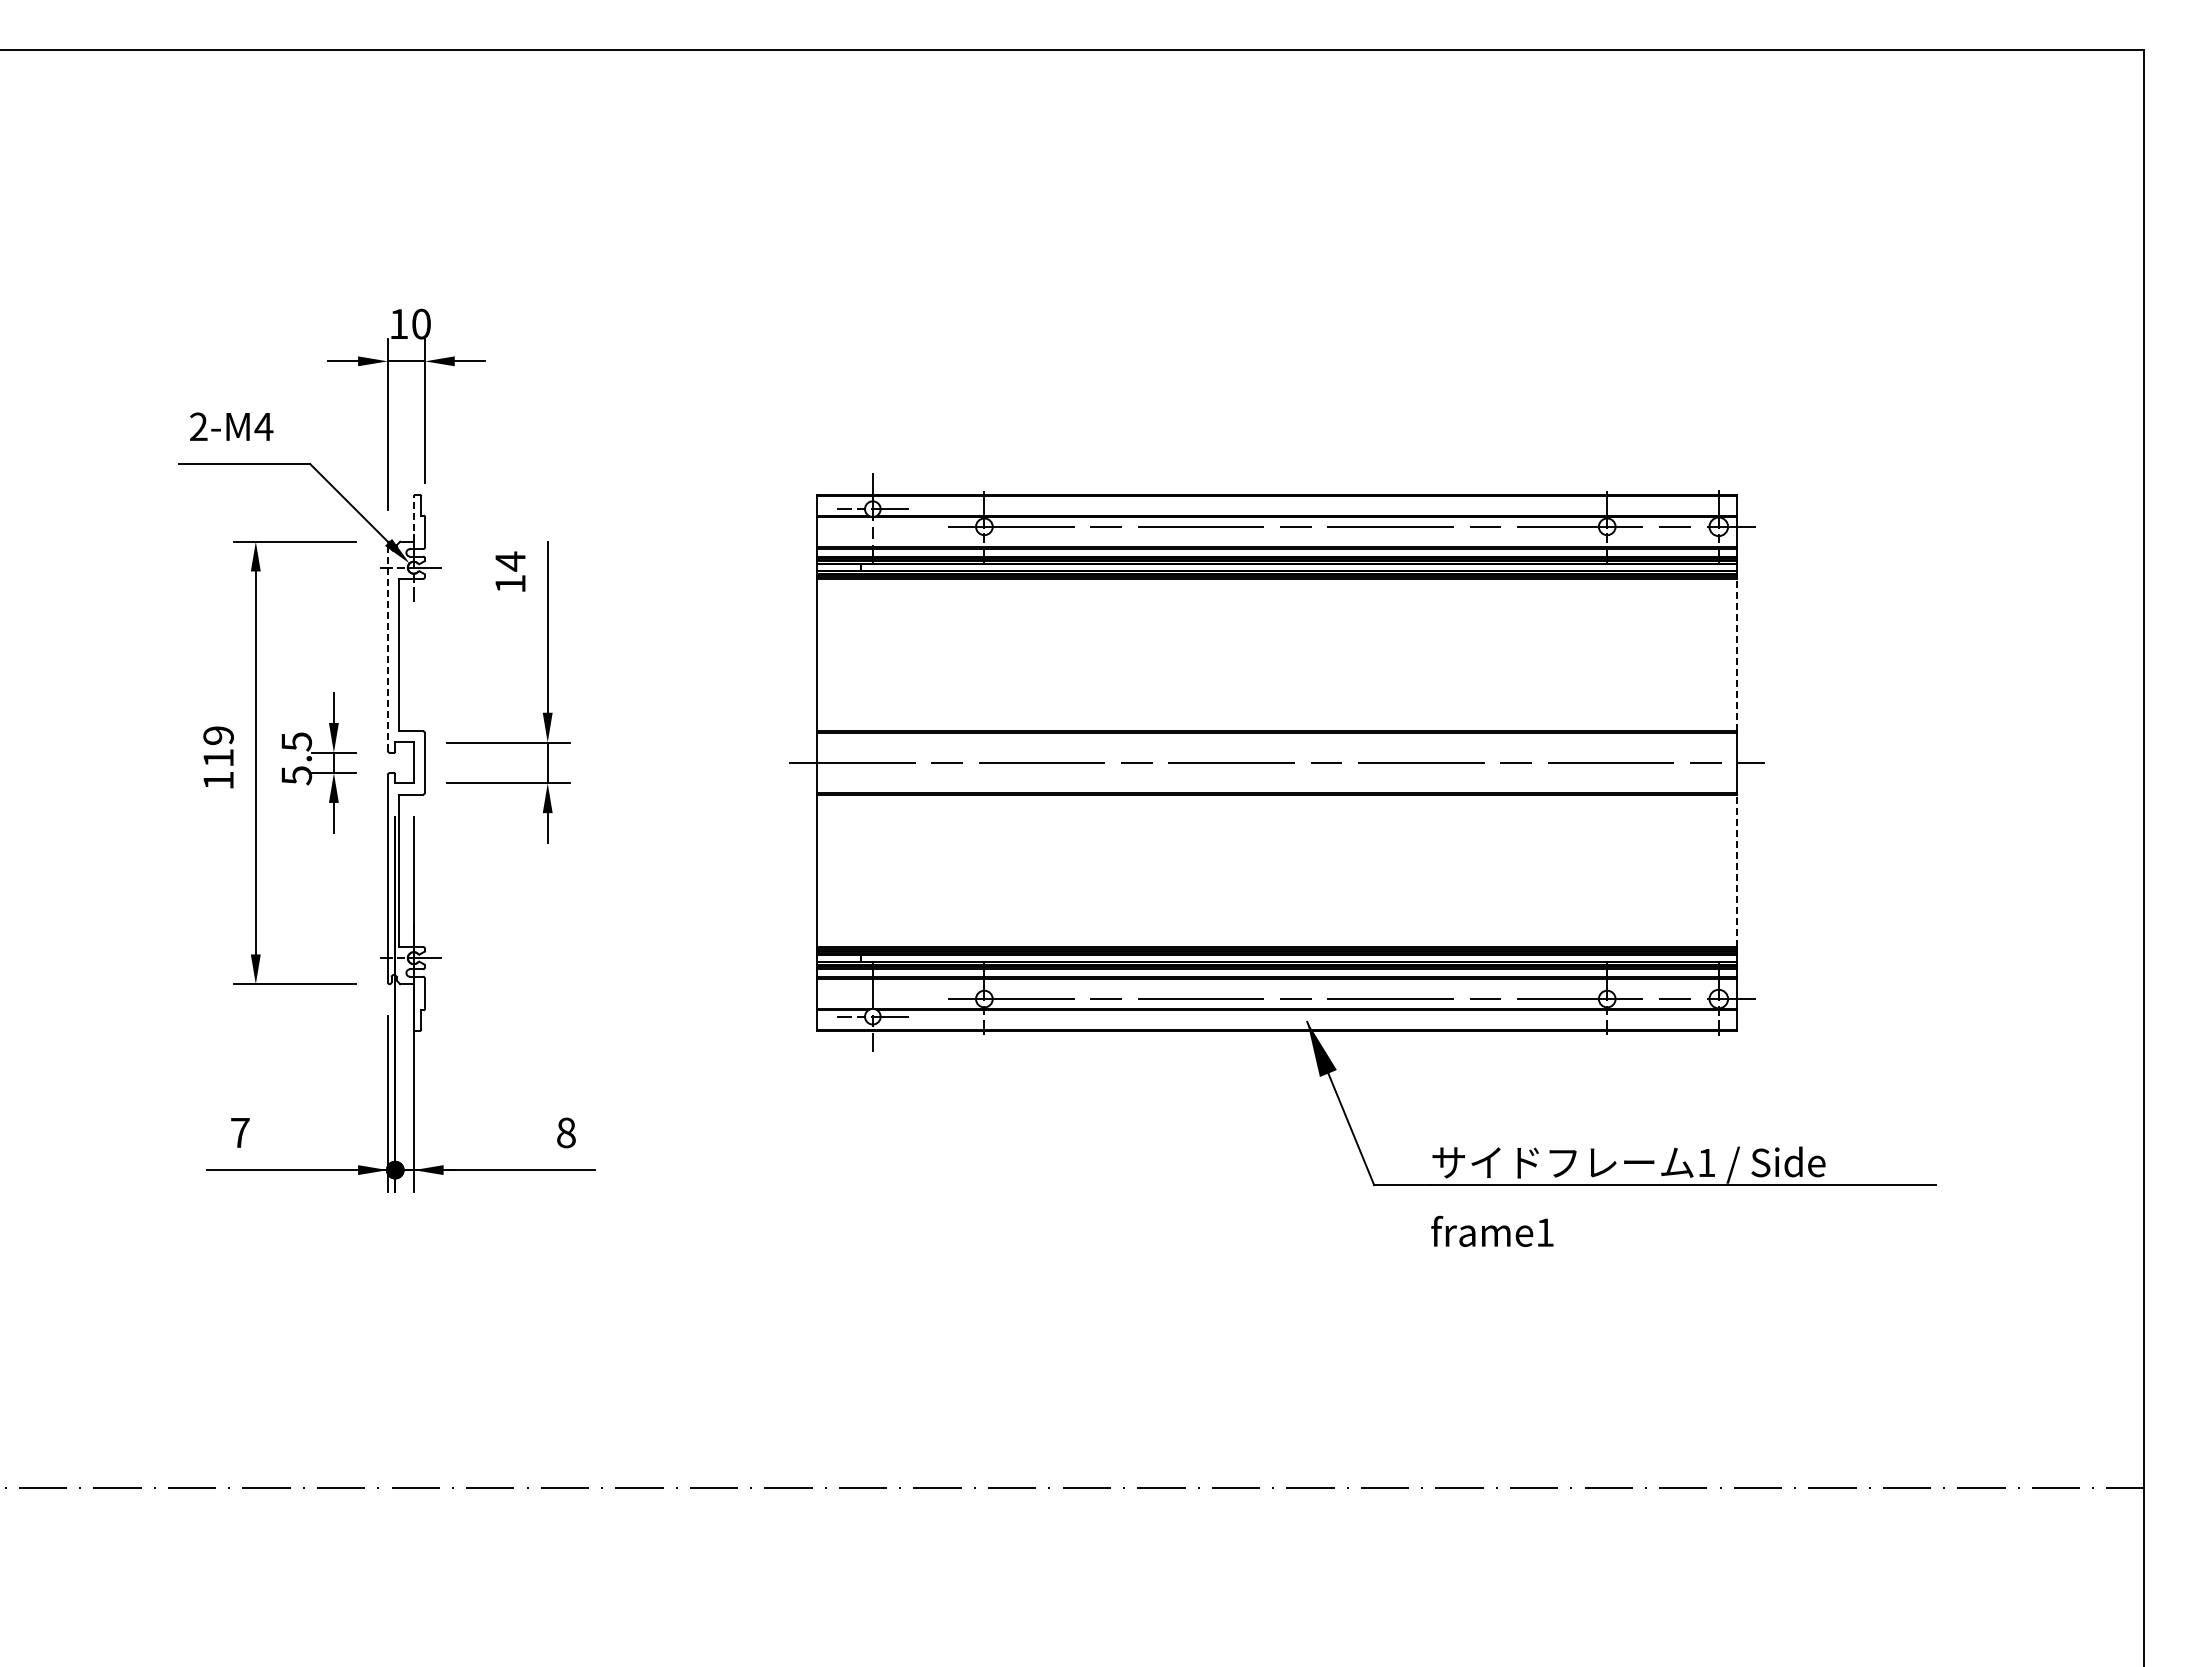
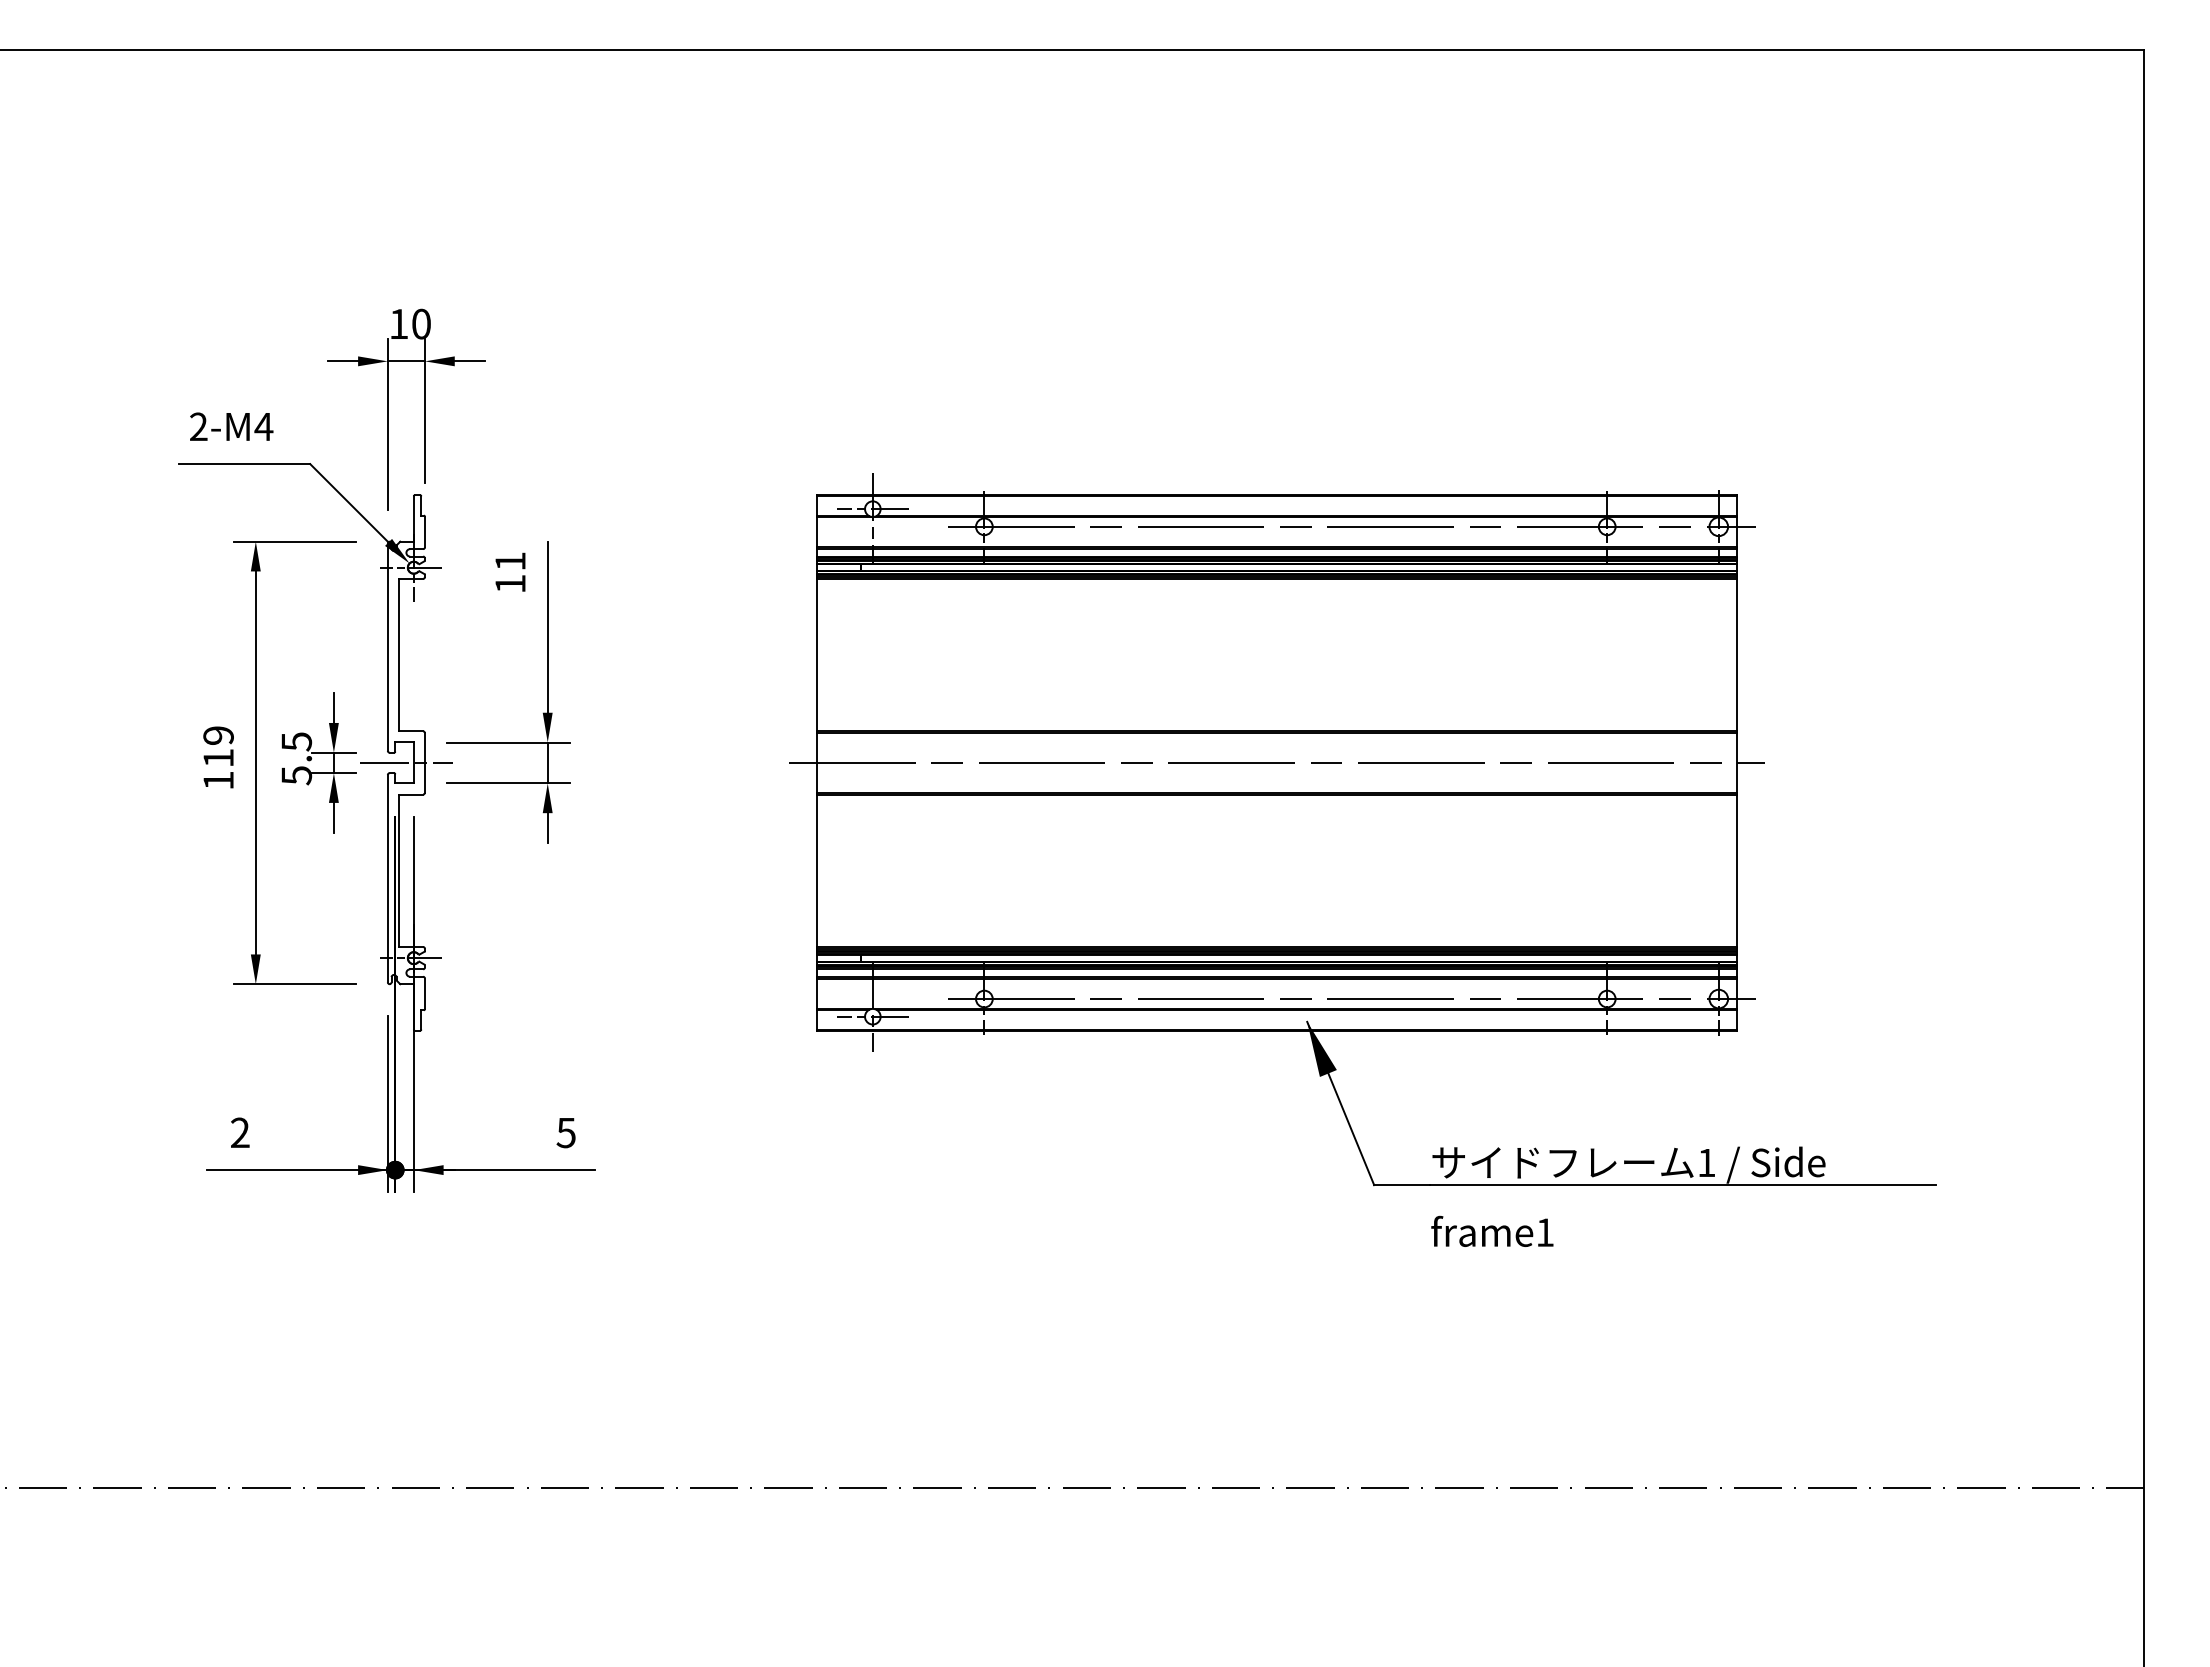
line at (413, 519): dashed -> solid
text at (510, 561): 14 -> 11
line at (387, 647): dashed -> solid
line at (1737, 654): dashed -> solid
line at (405, 762): none -> present
line at (1737, 870): dashed -> solid
text at (240, 1132): 7 -> 2
text at (565, 1132): 8 -> 5
